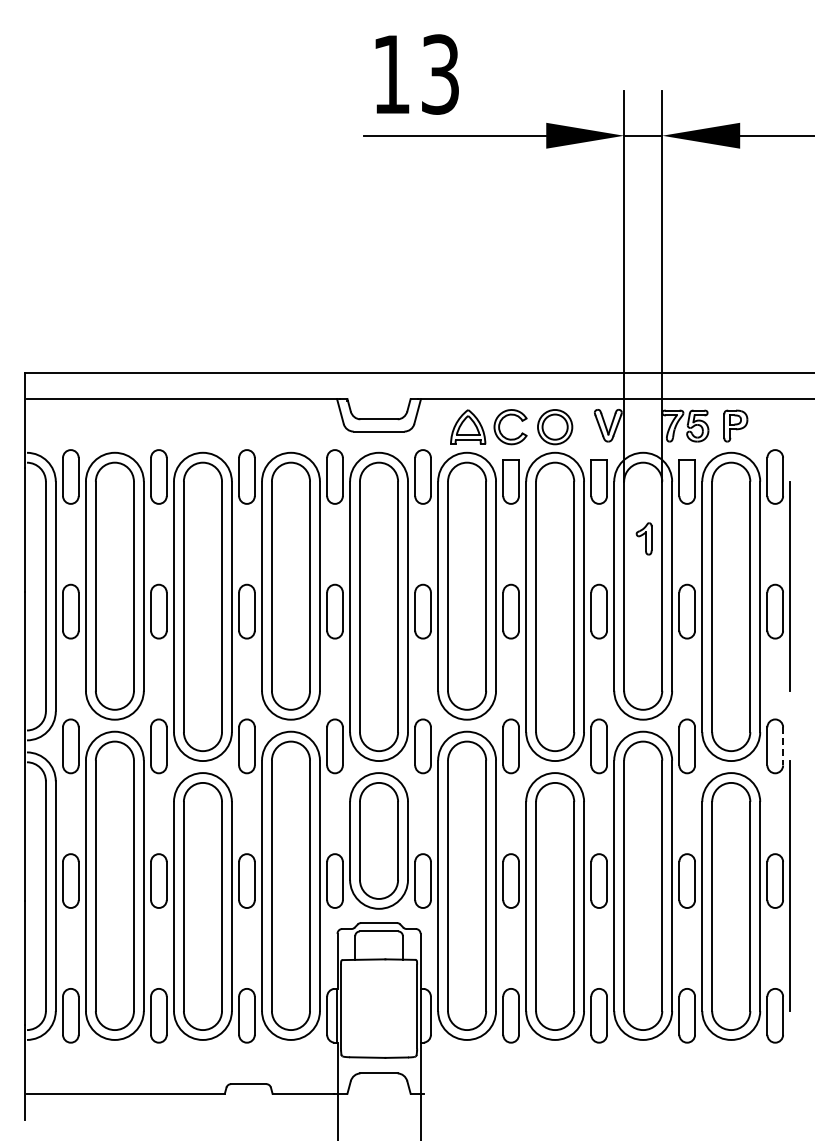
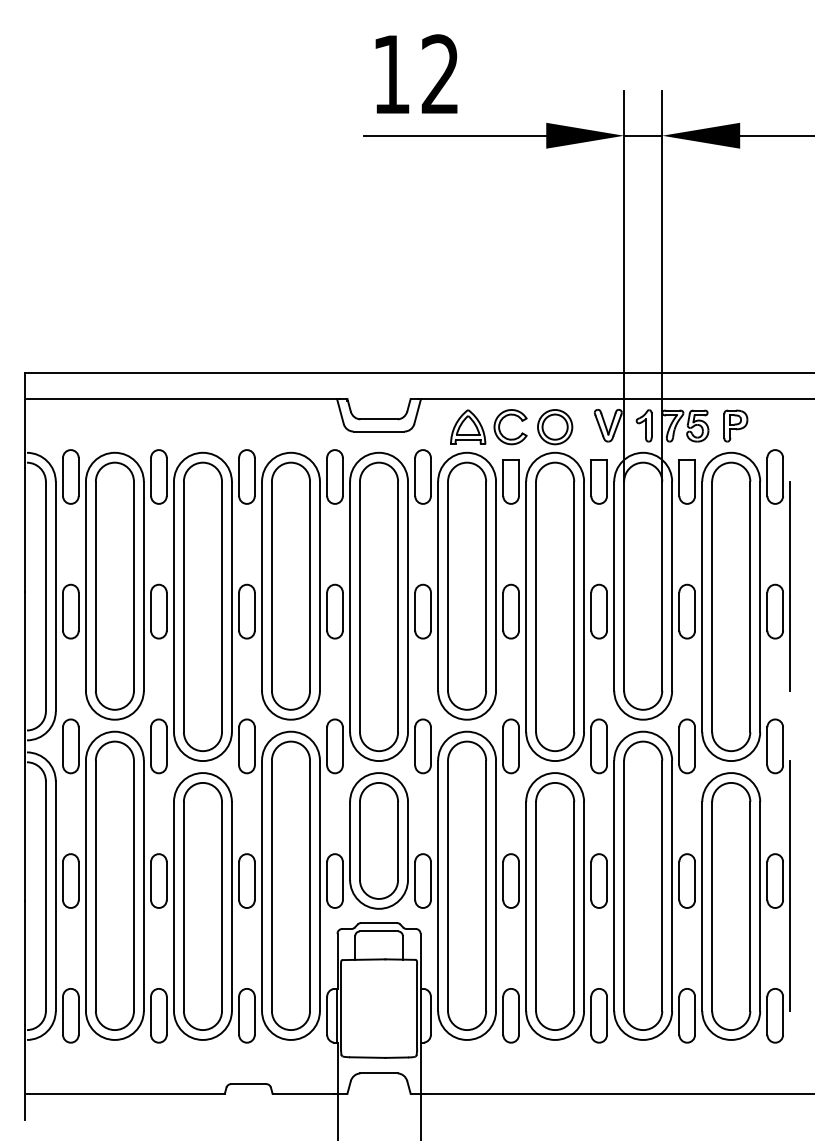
text at (439, 74): 13 -> 12
part at (643, 538) position: (643, 538) -> (643, 425)
line at (783, 746): dashed -> solid
line at (617, 1093): none -> present
